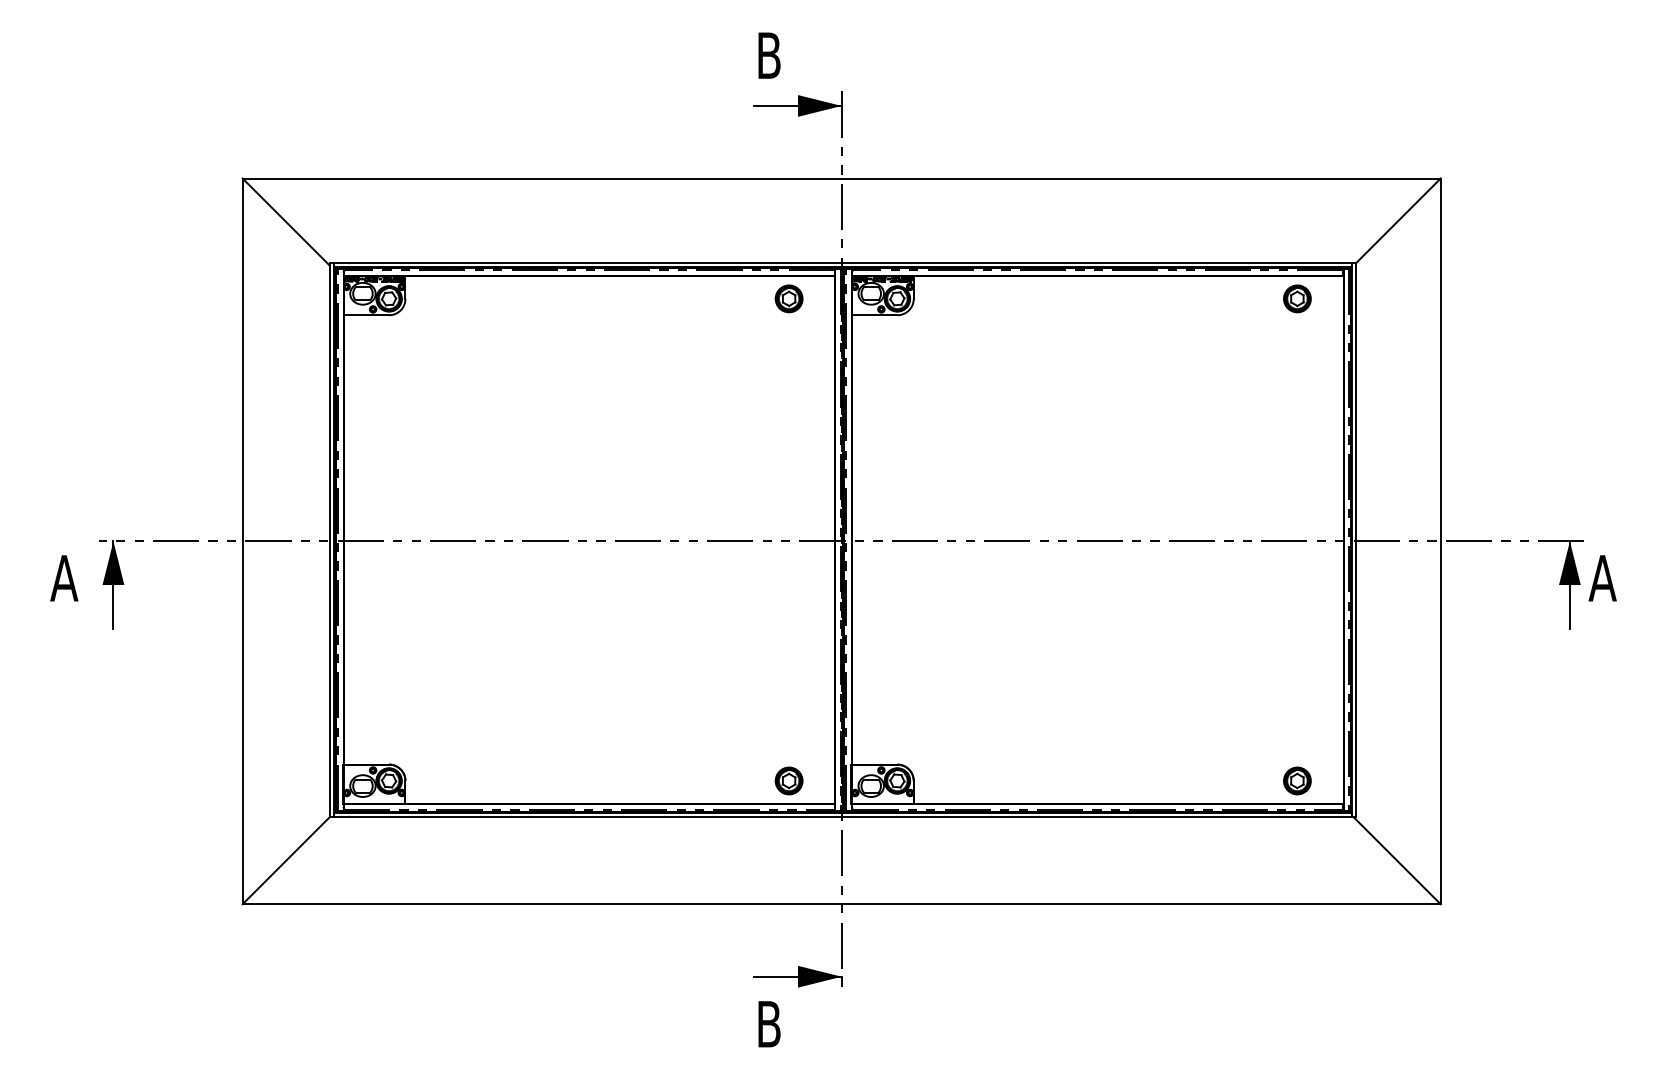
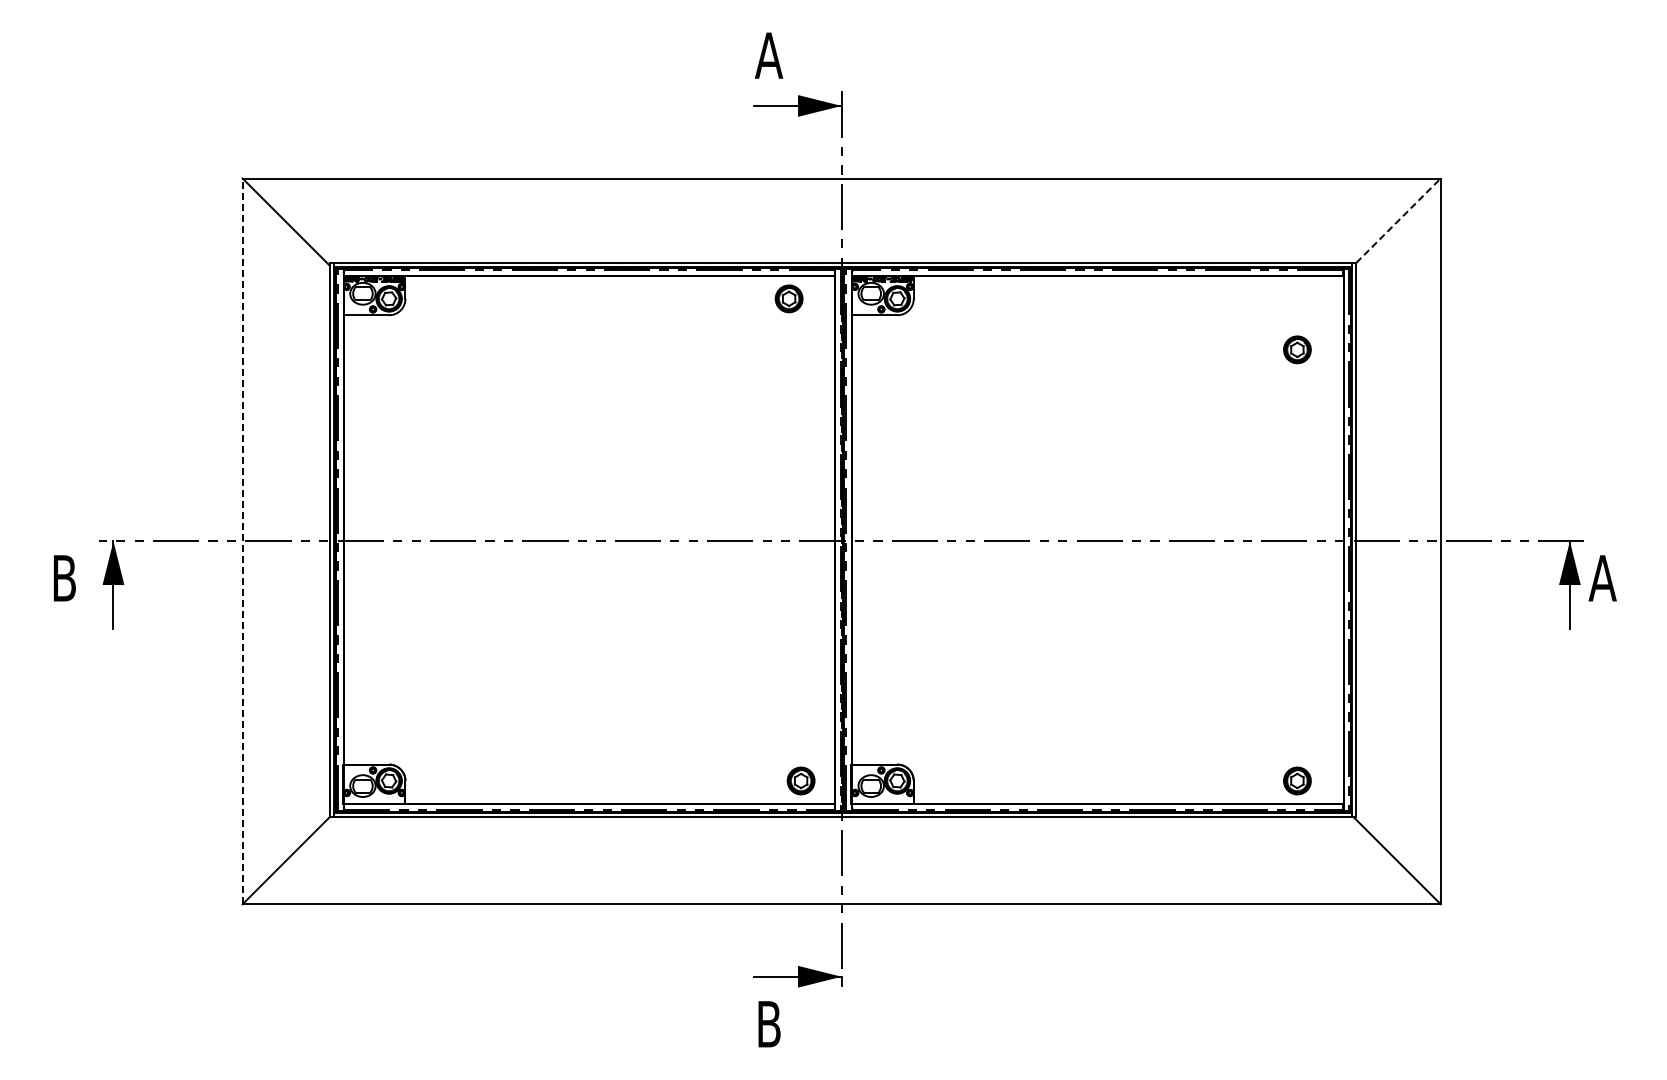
text at (768, 55): B -> A
line at (1398, 220): solid -> dashed
part at (1297, 298) position: (1297, 298) -> (1297, 349)
line at (242, 541): solid -> dashed
text at (64, 578): A -> B
part at (788, 780) position: (788, 780) -> (800, 780)
